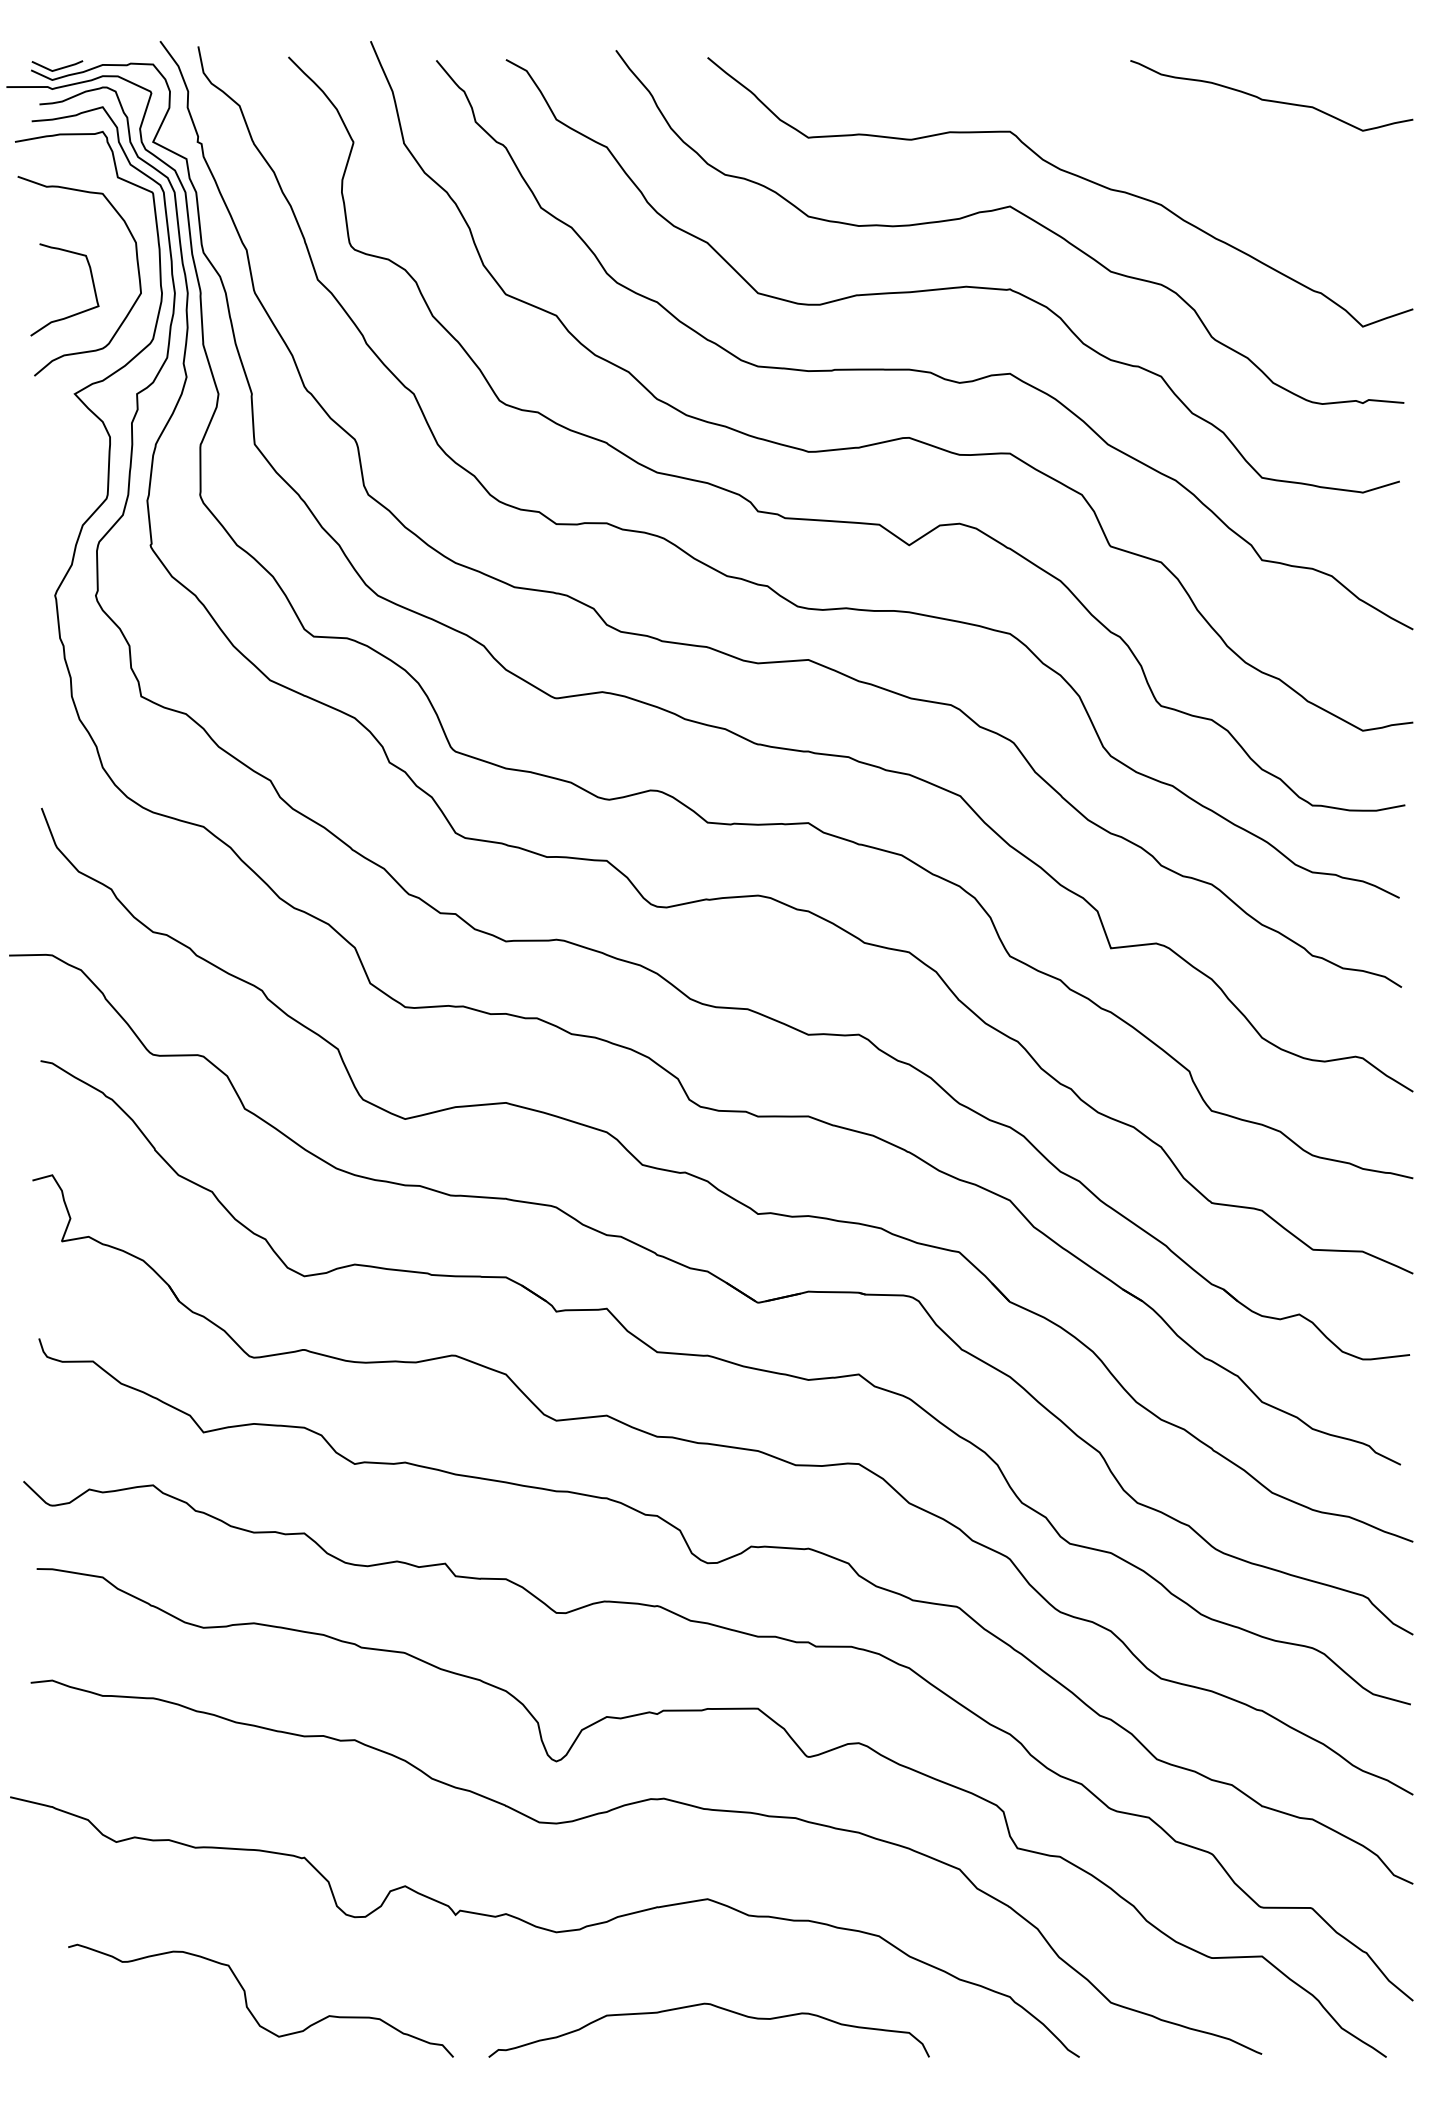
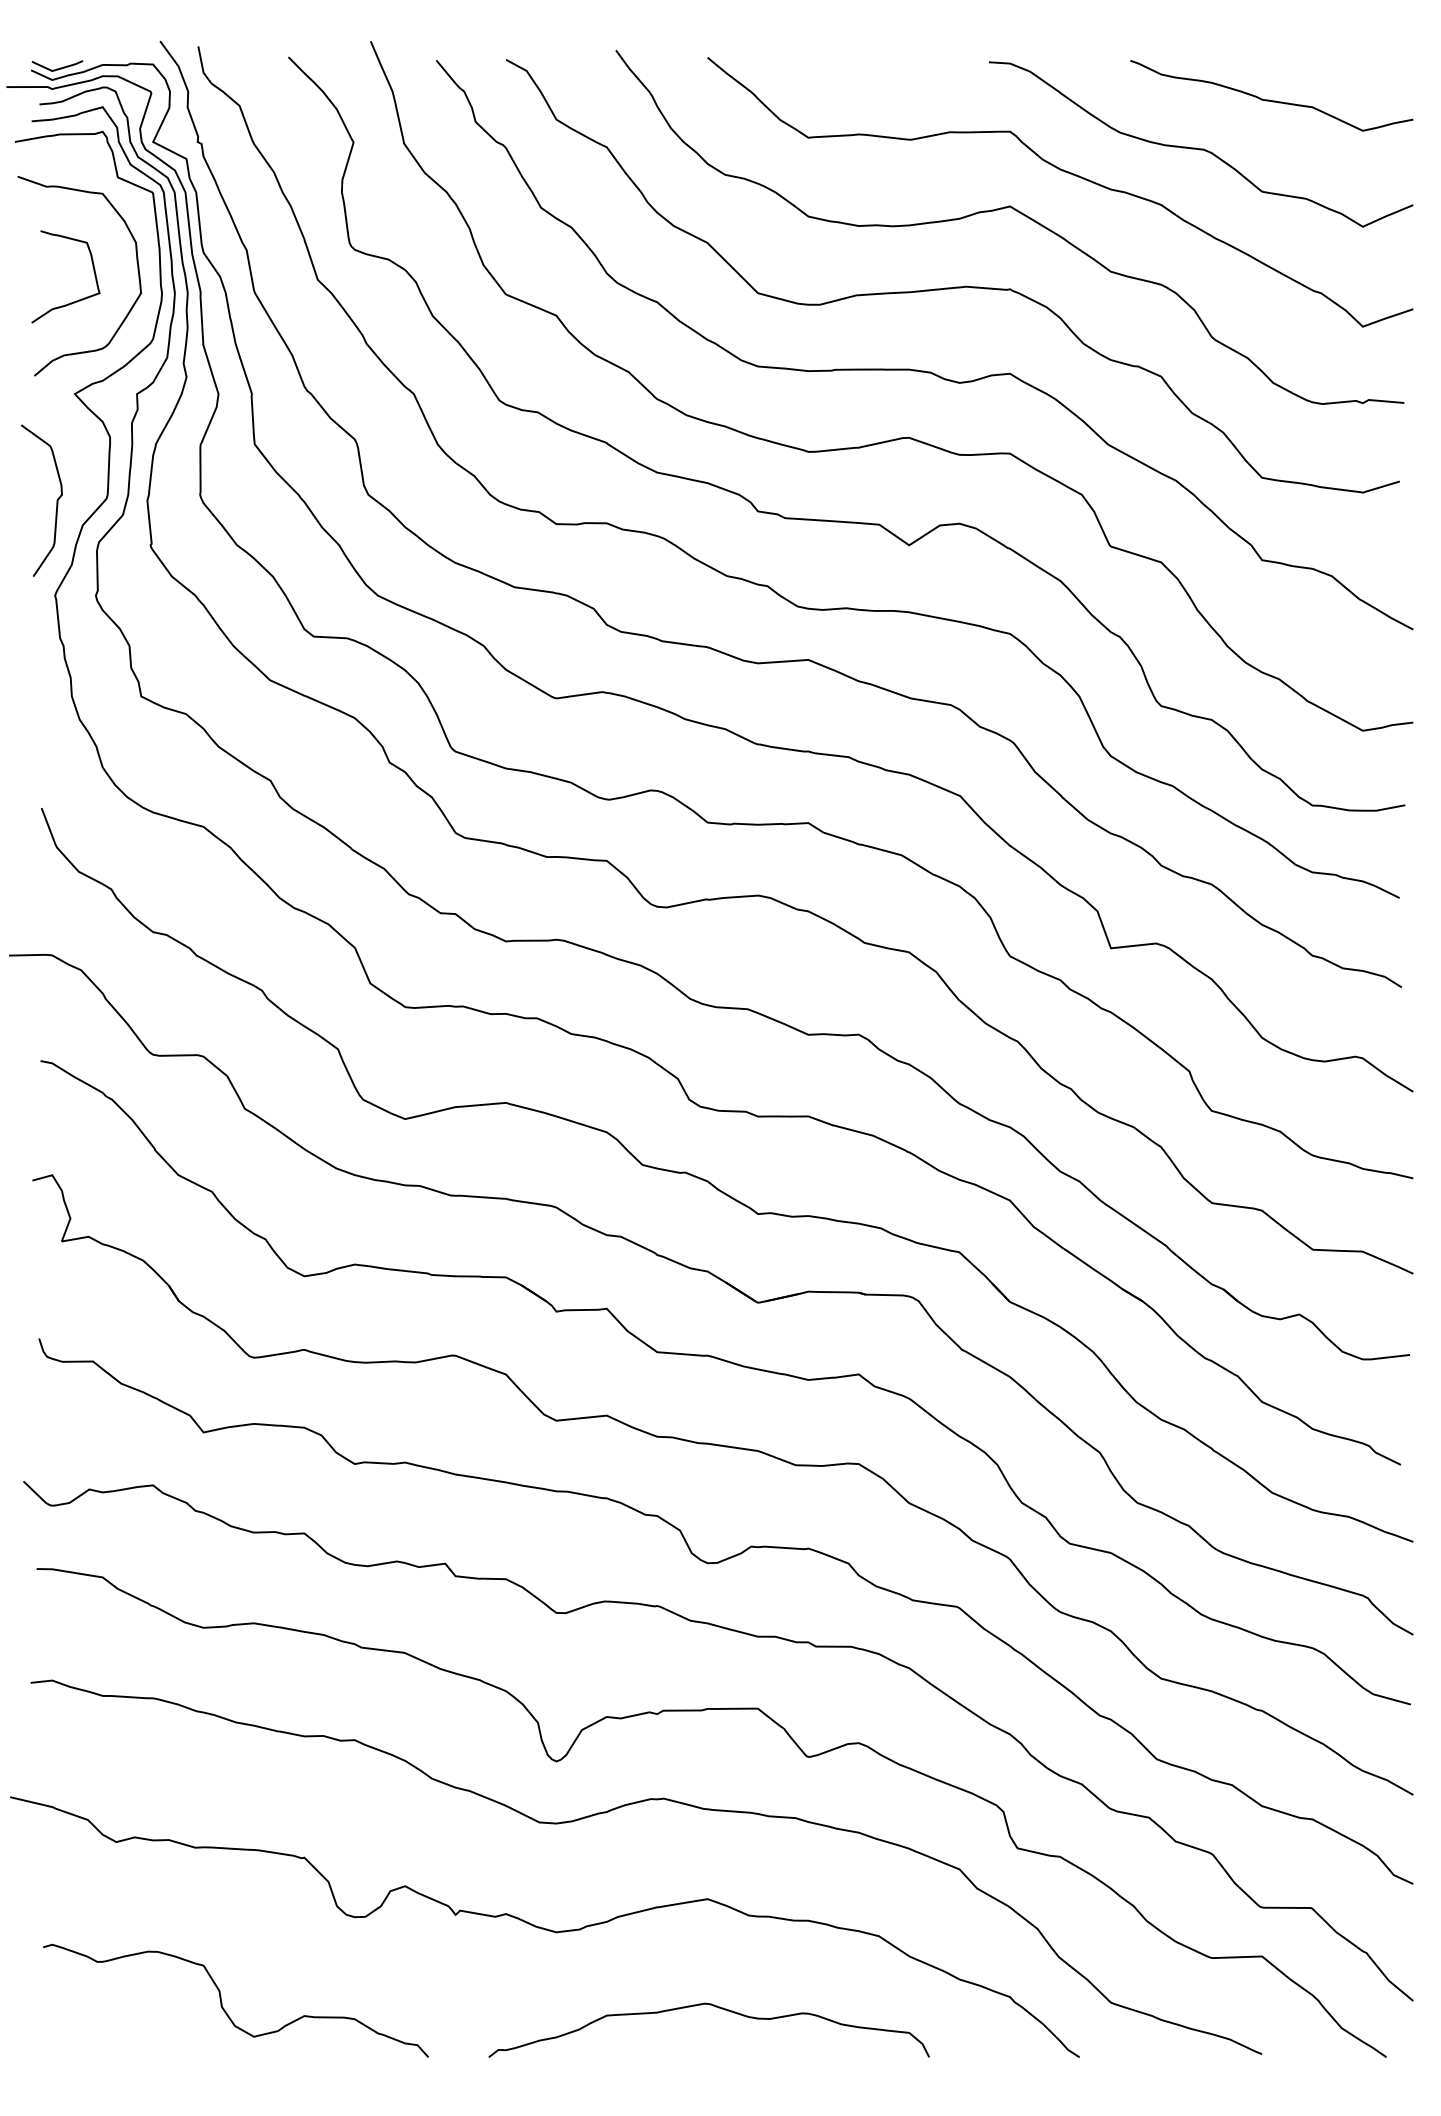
curve at (1201, 148): none -> present
curve at (72, 314) position: (72, 314) -> (73, 301)
curve at (56, 500): none -> present
curve at (247, 2002) position: (247, 2002) -> (222, 2002)
